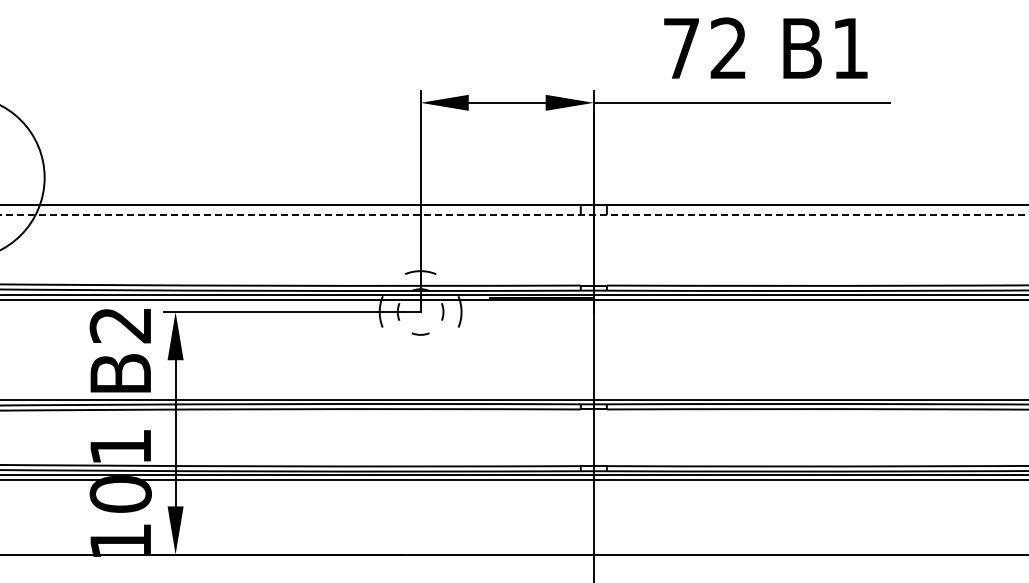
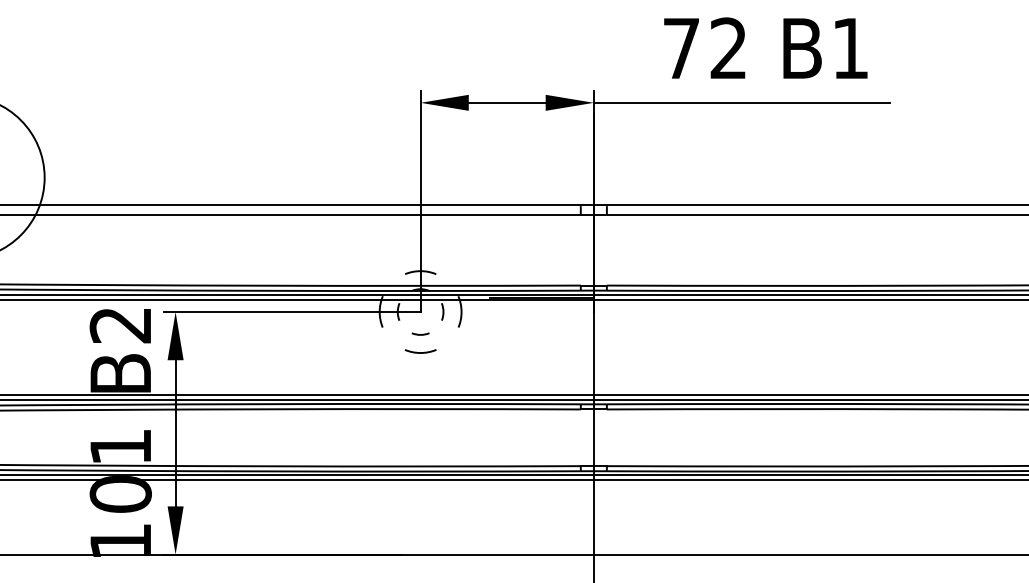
line at (514, 215): dashed -> solid
arc at (420, 352): none -> present
line at (513, 395): none -> present
